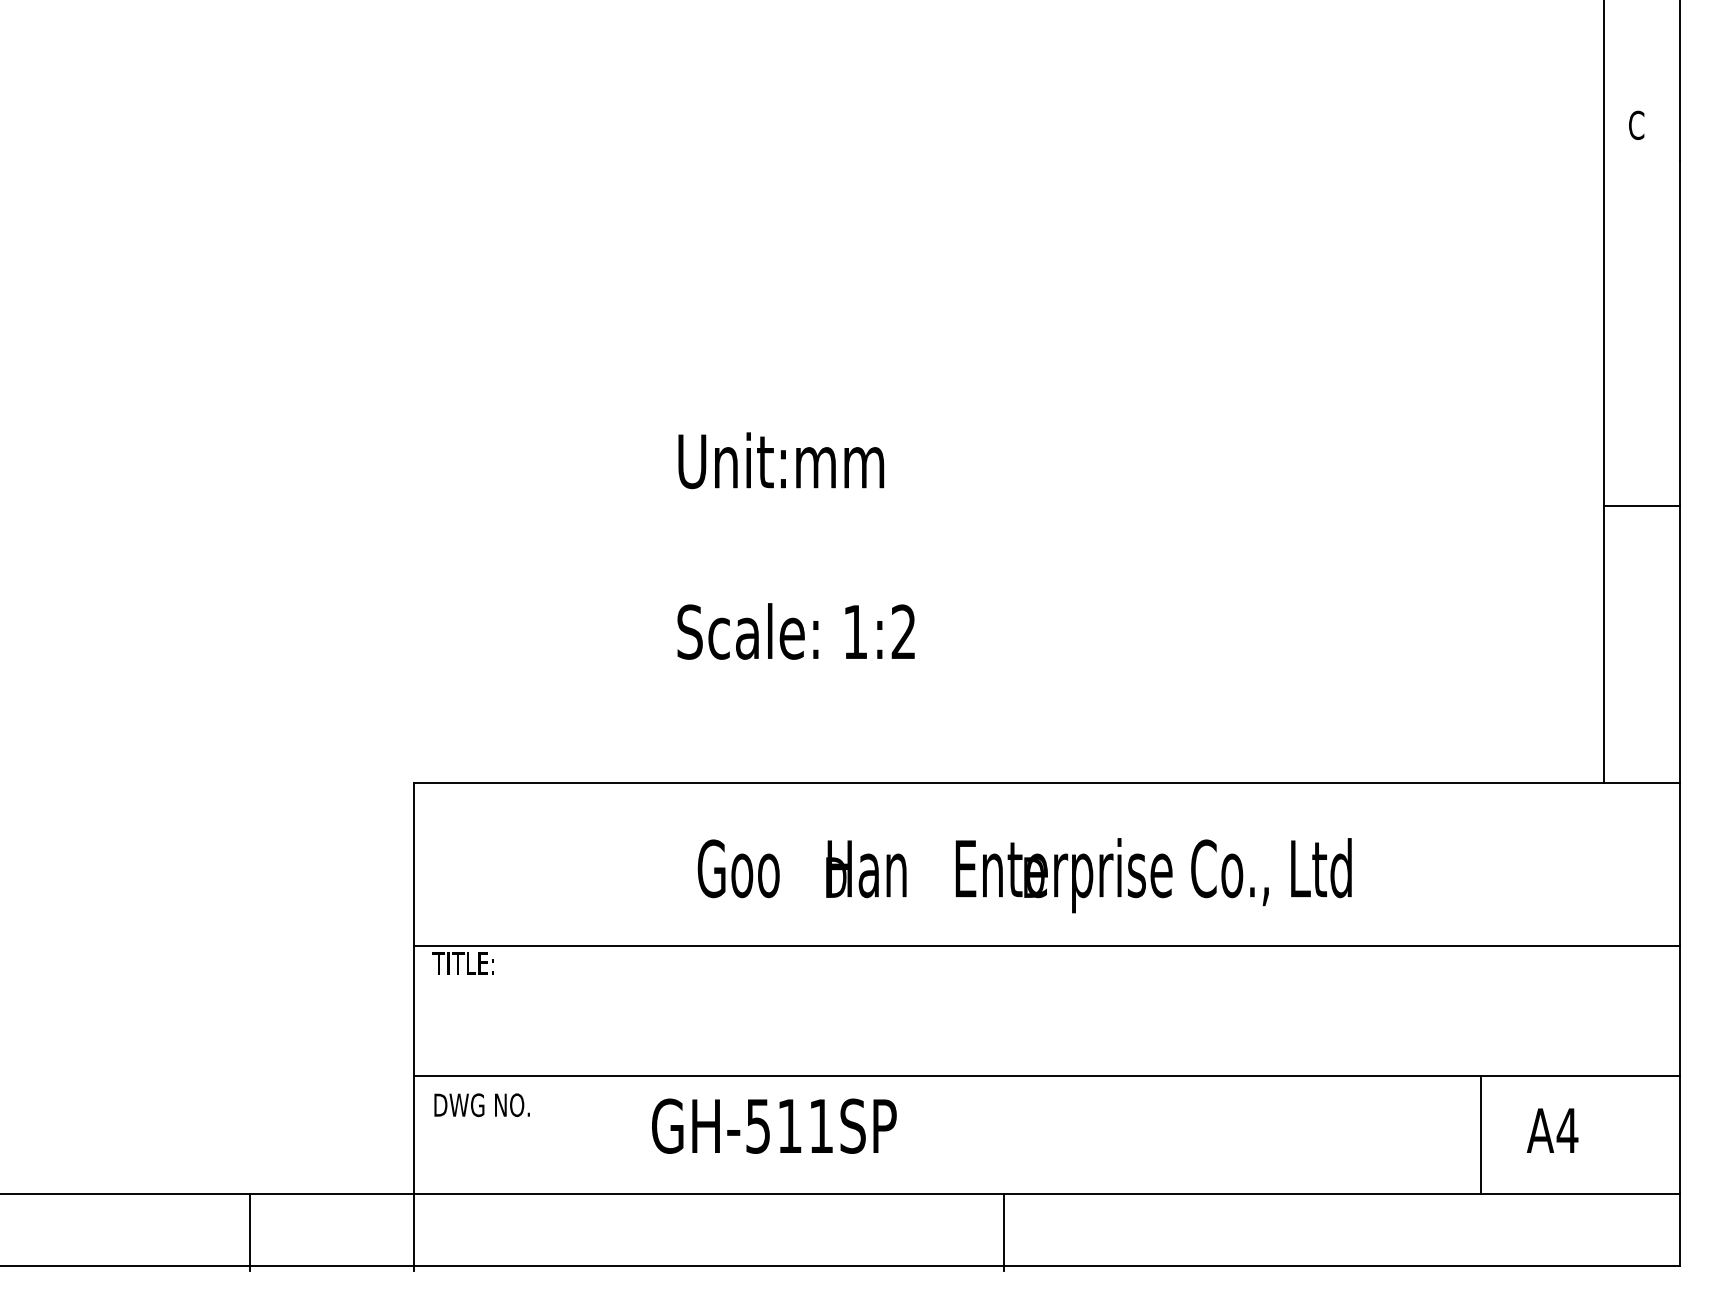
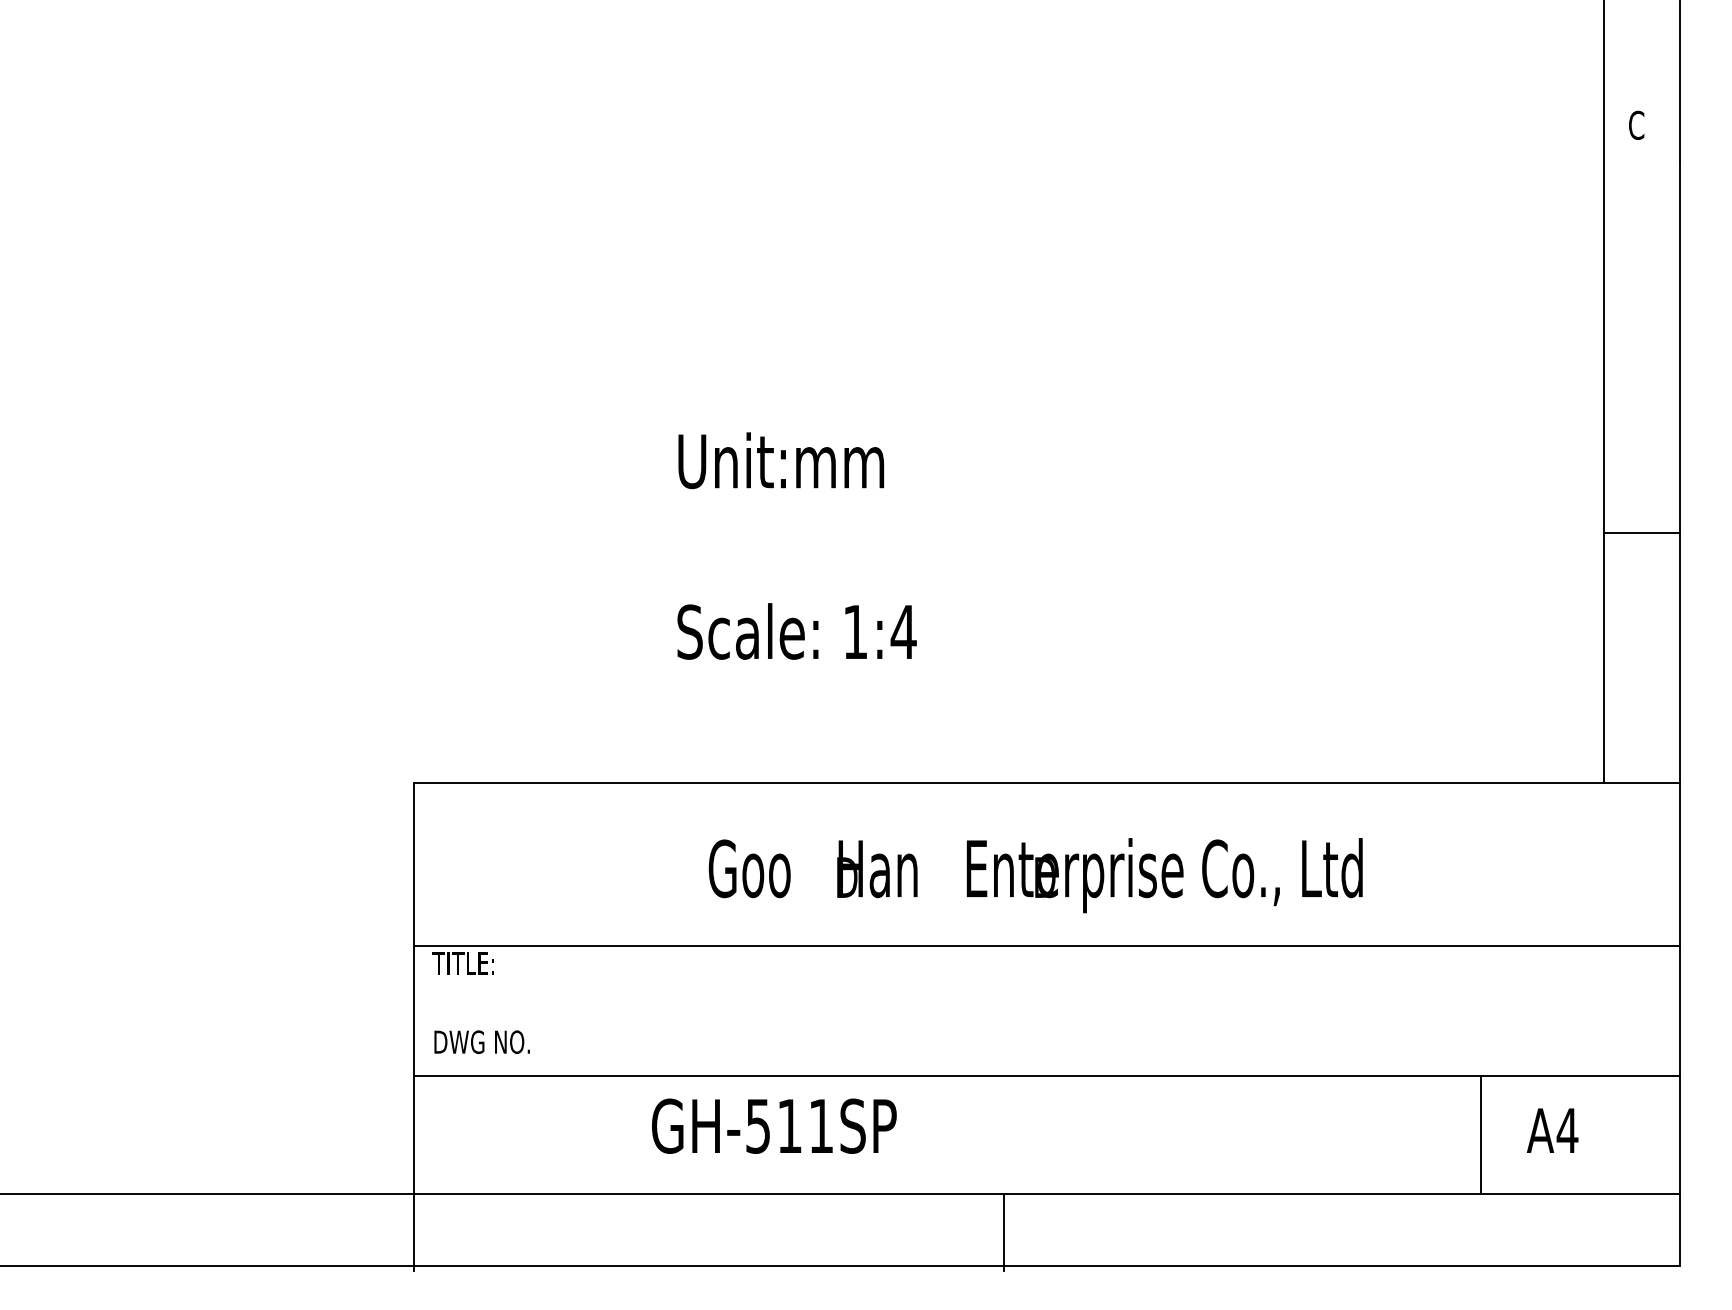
line at (1641, 506) position: (1641, 506) -> (1641, 533)
text at (903, 631): 1:2 -> 1:4
text at (1024, 875) position: (1024, 875) -> (1035, 875)
text at (481, 1104) position: (481, 1104) -> (481, 1041)
line at (250, 1232): present -> none
